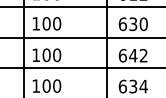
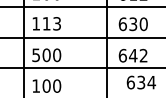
text at (51, 23): 100 -> 113
text at (35, 55): 100 -> 500
text at (132, 86) position: (132, 86) -> (140, 82)
